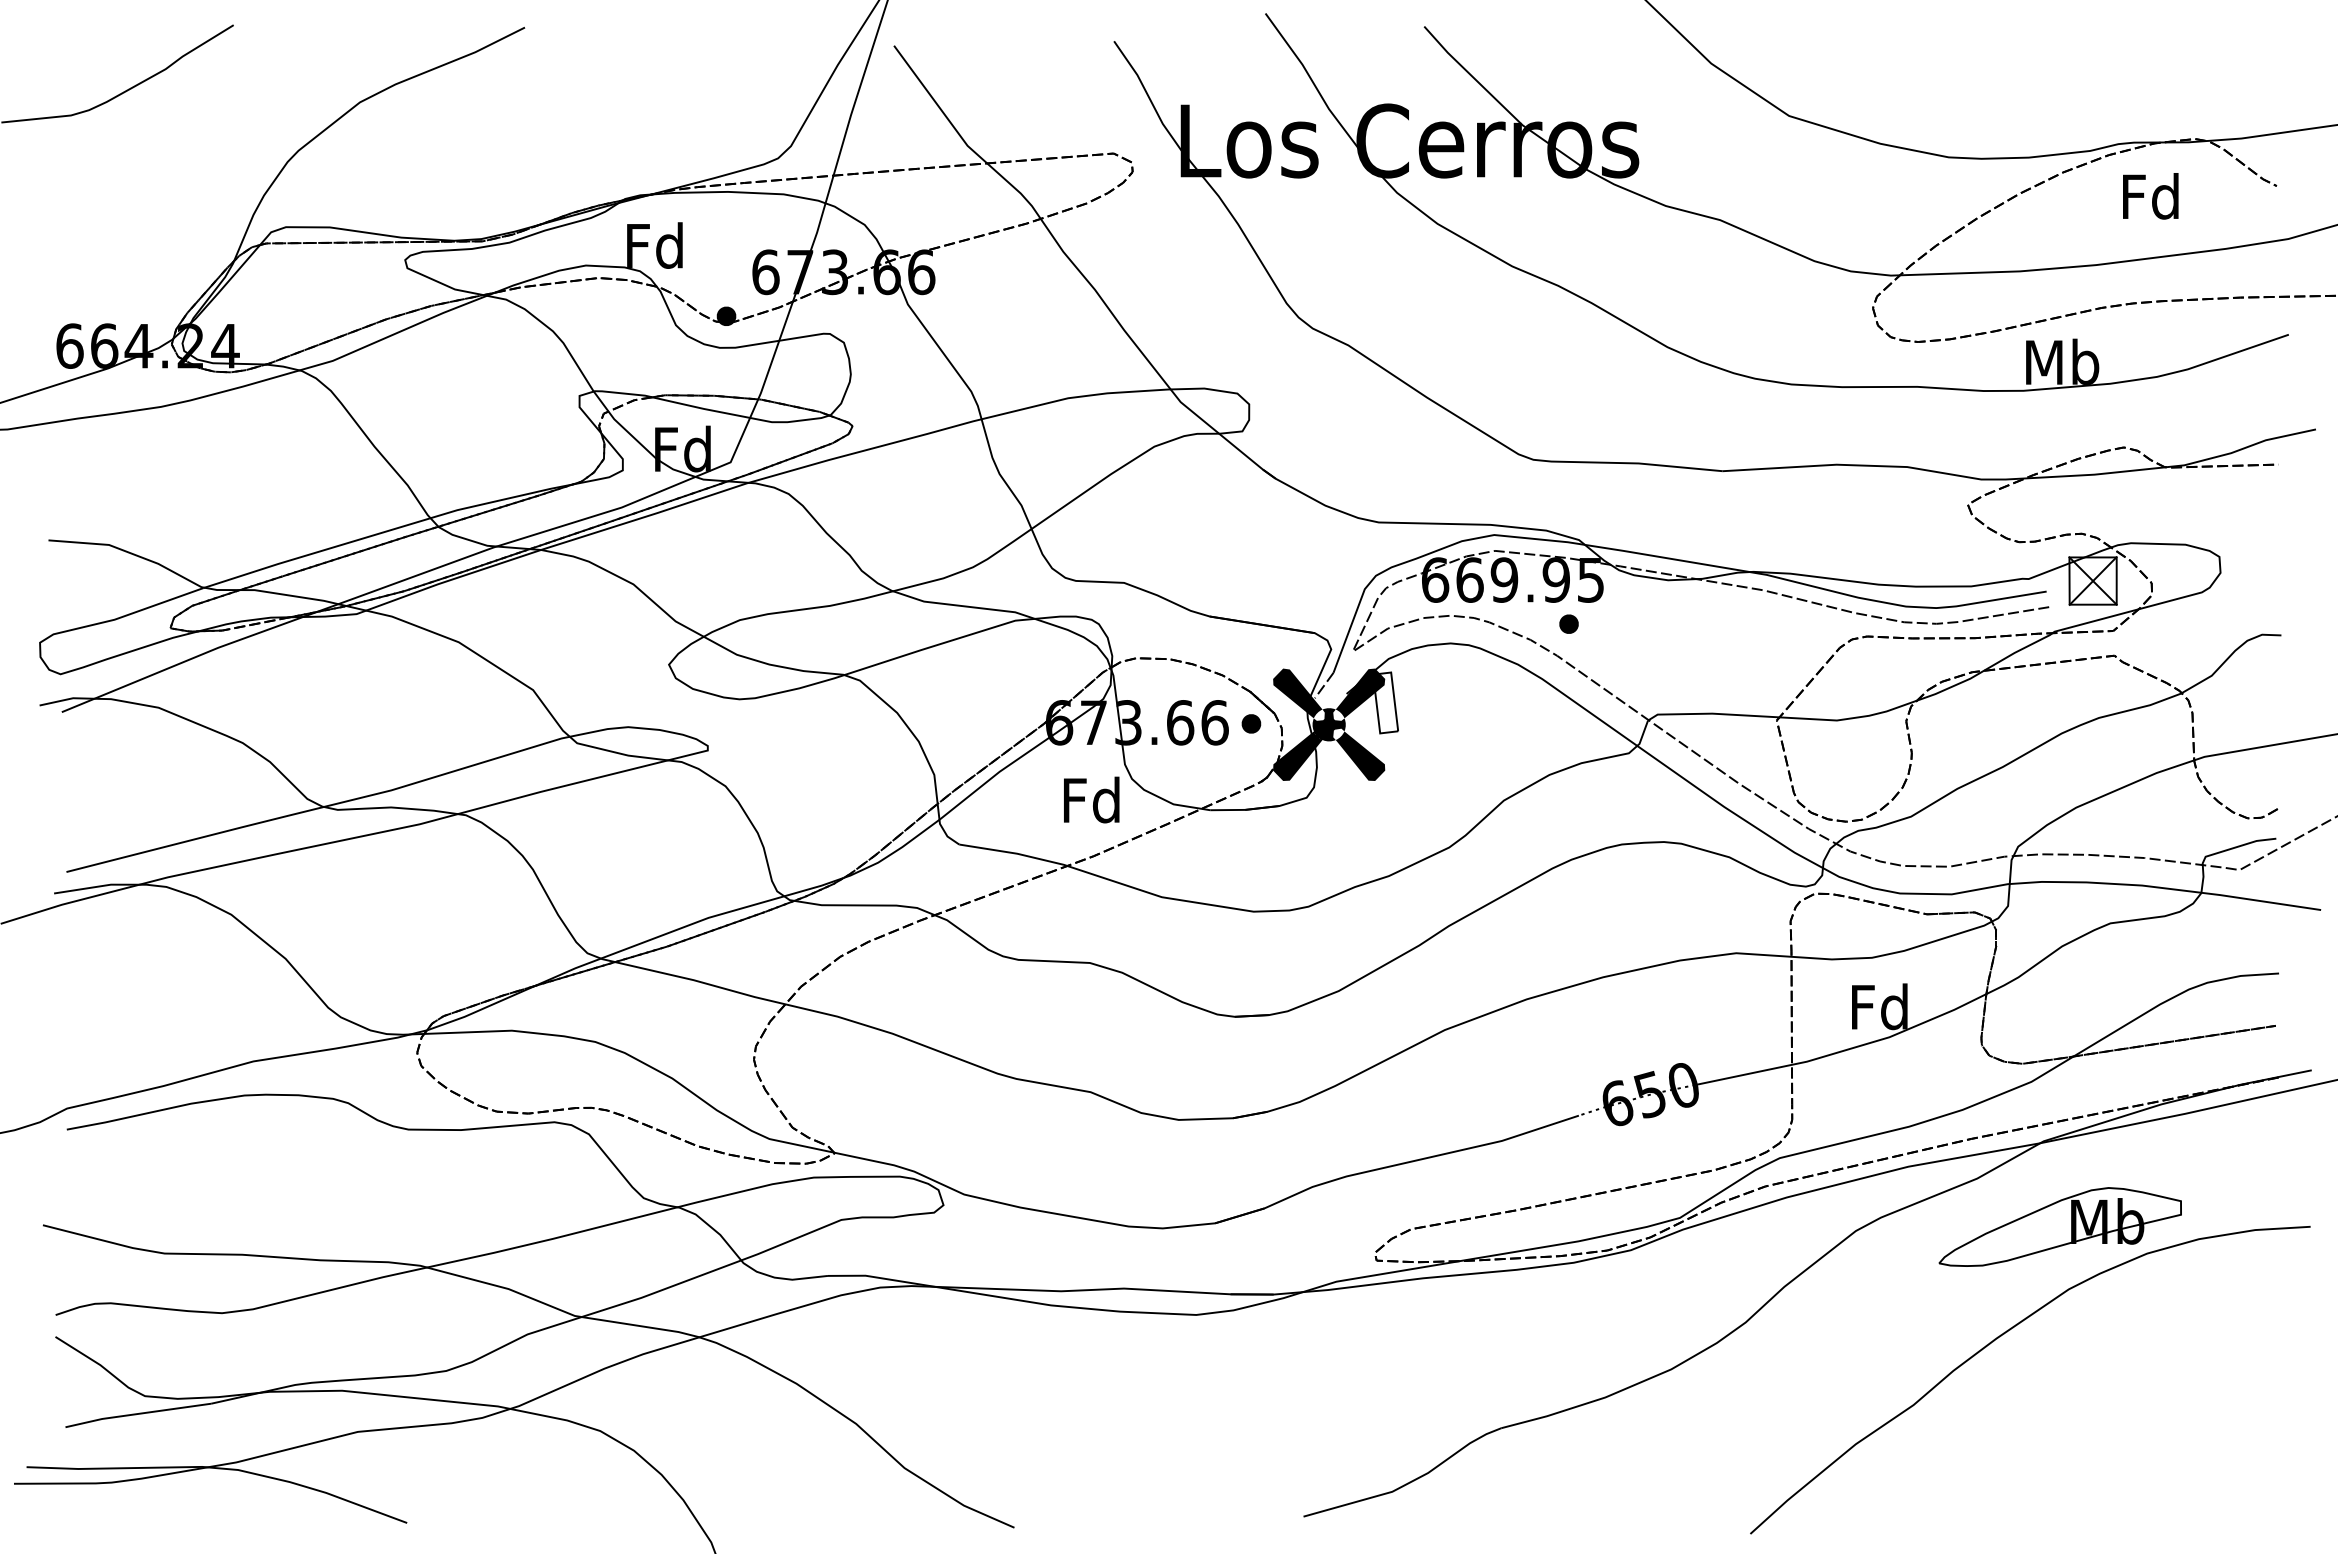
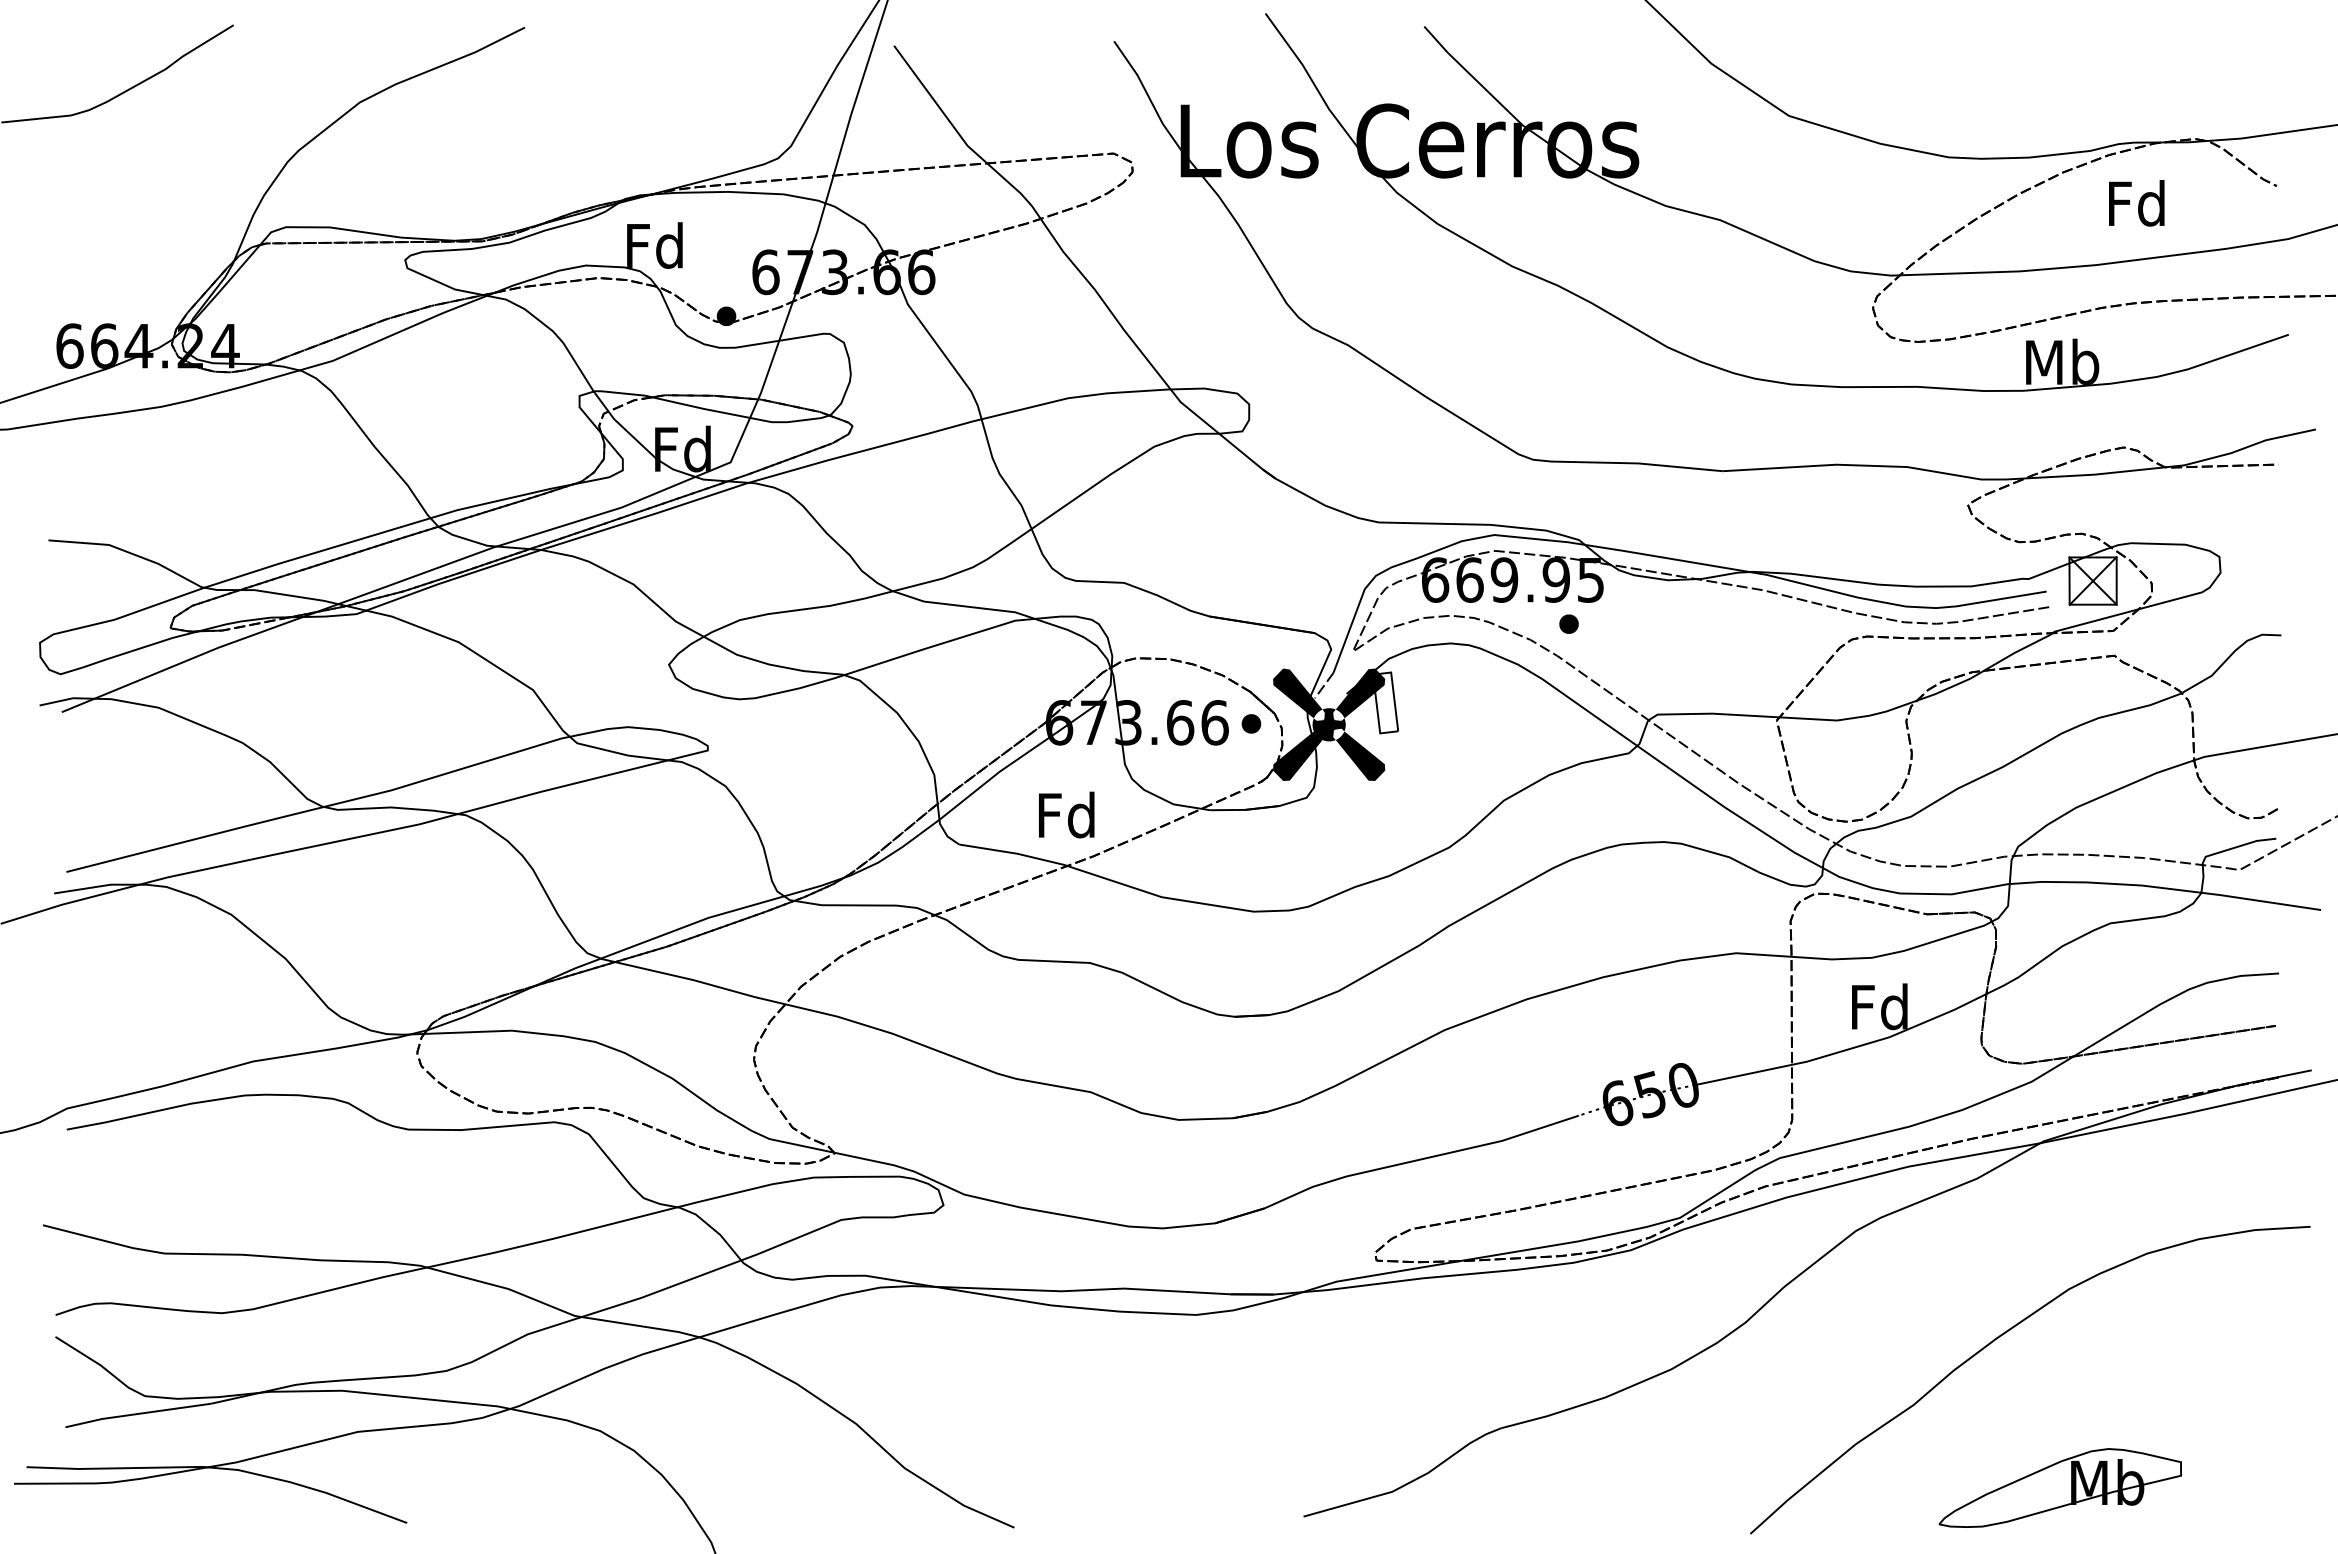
text at (2150, 196) position: (2150, 196) -> (2136, 203)
text at (1091, 799) position: (1091, 799) -> (1066, 814)
part at (2059, 1226) position: (2059, 1226) -> (2059, 1487)
